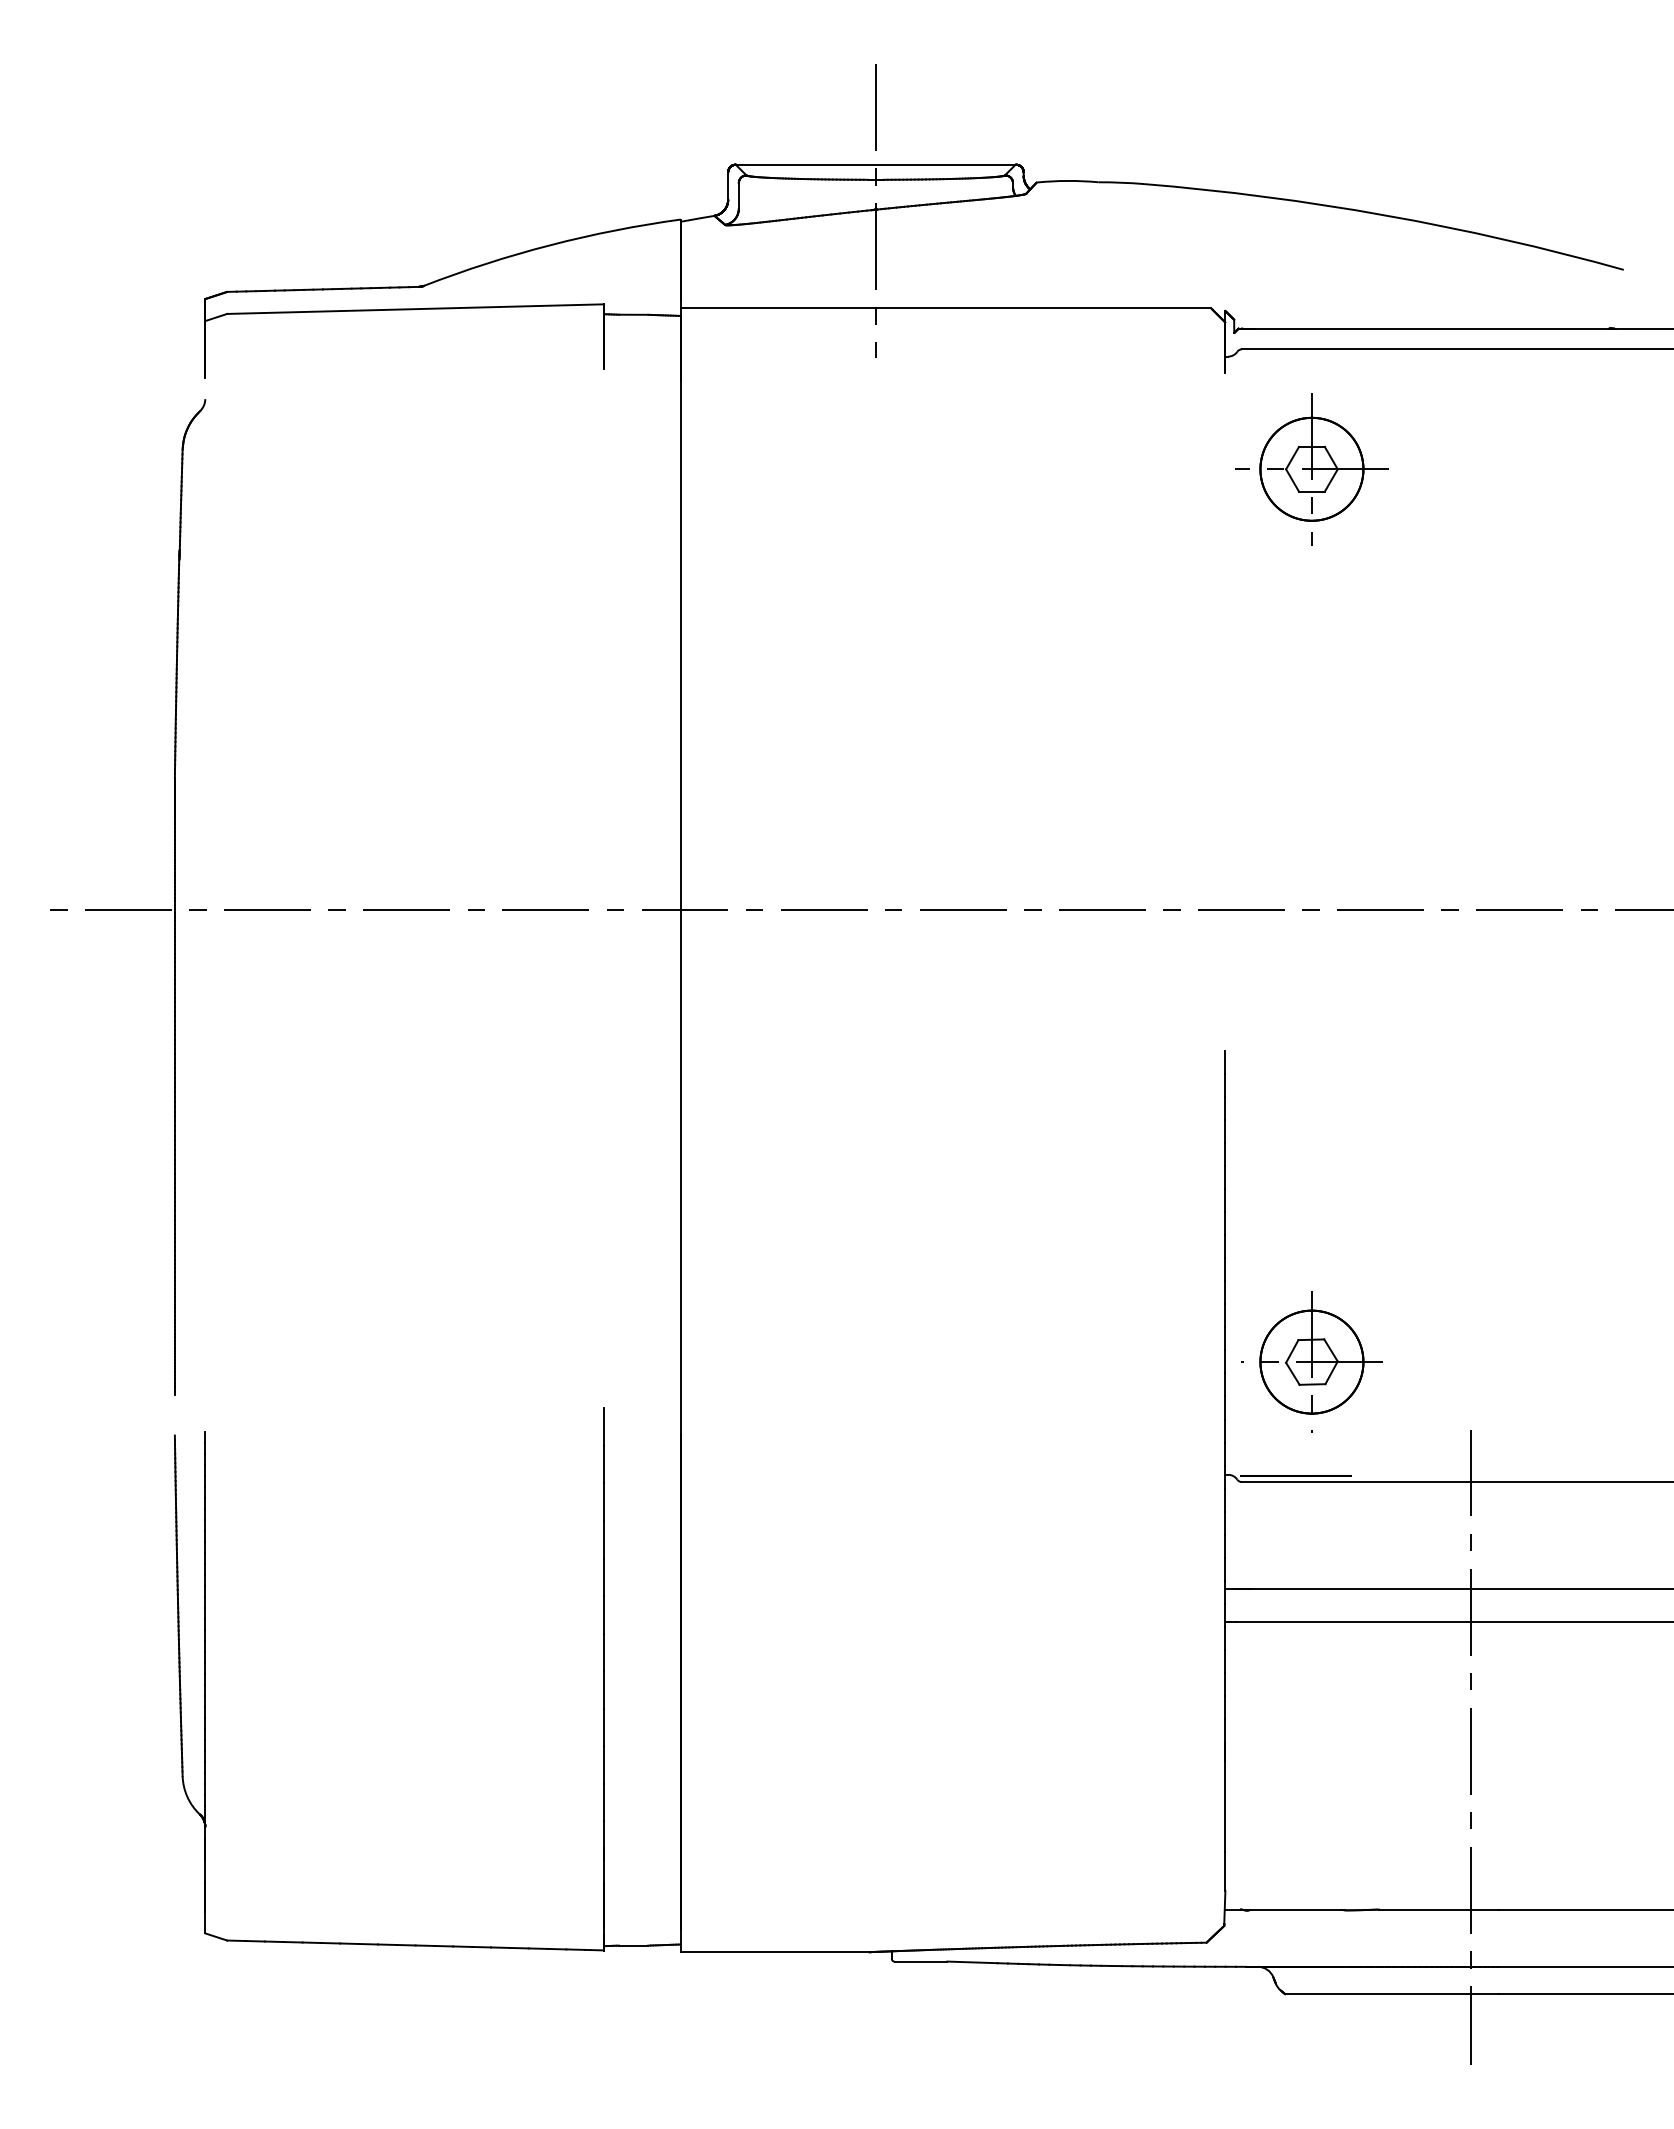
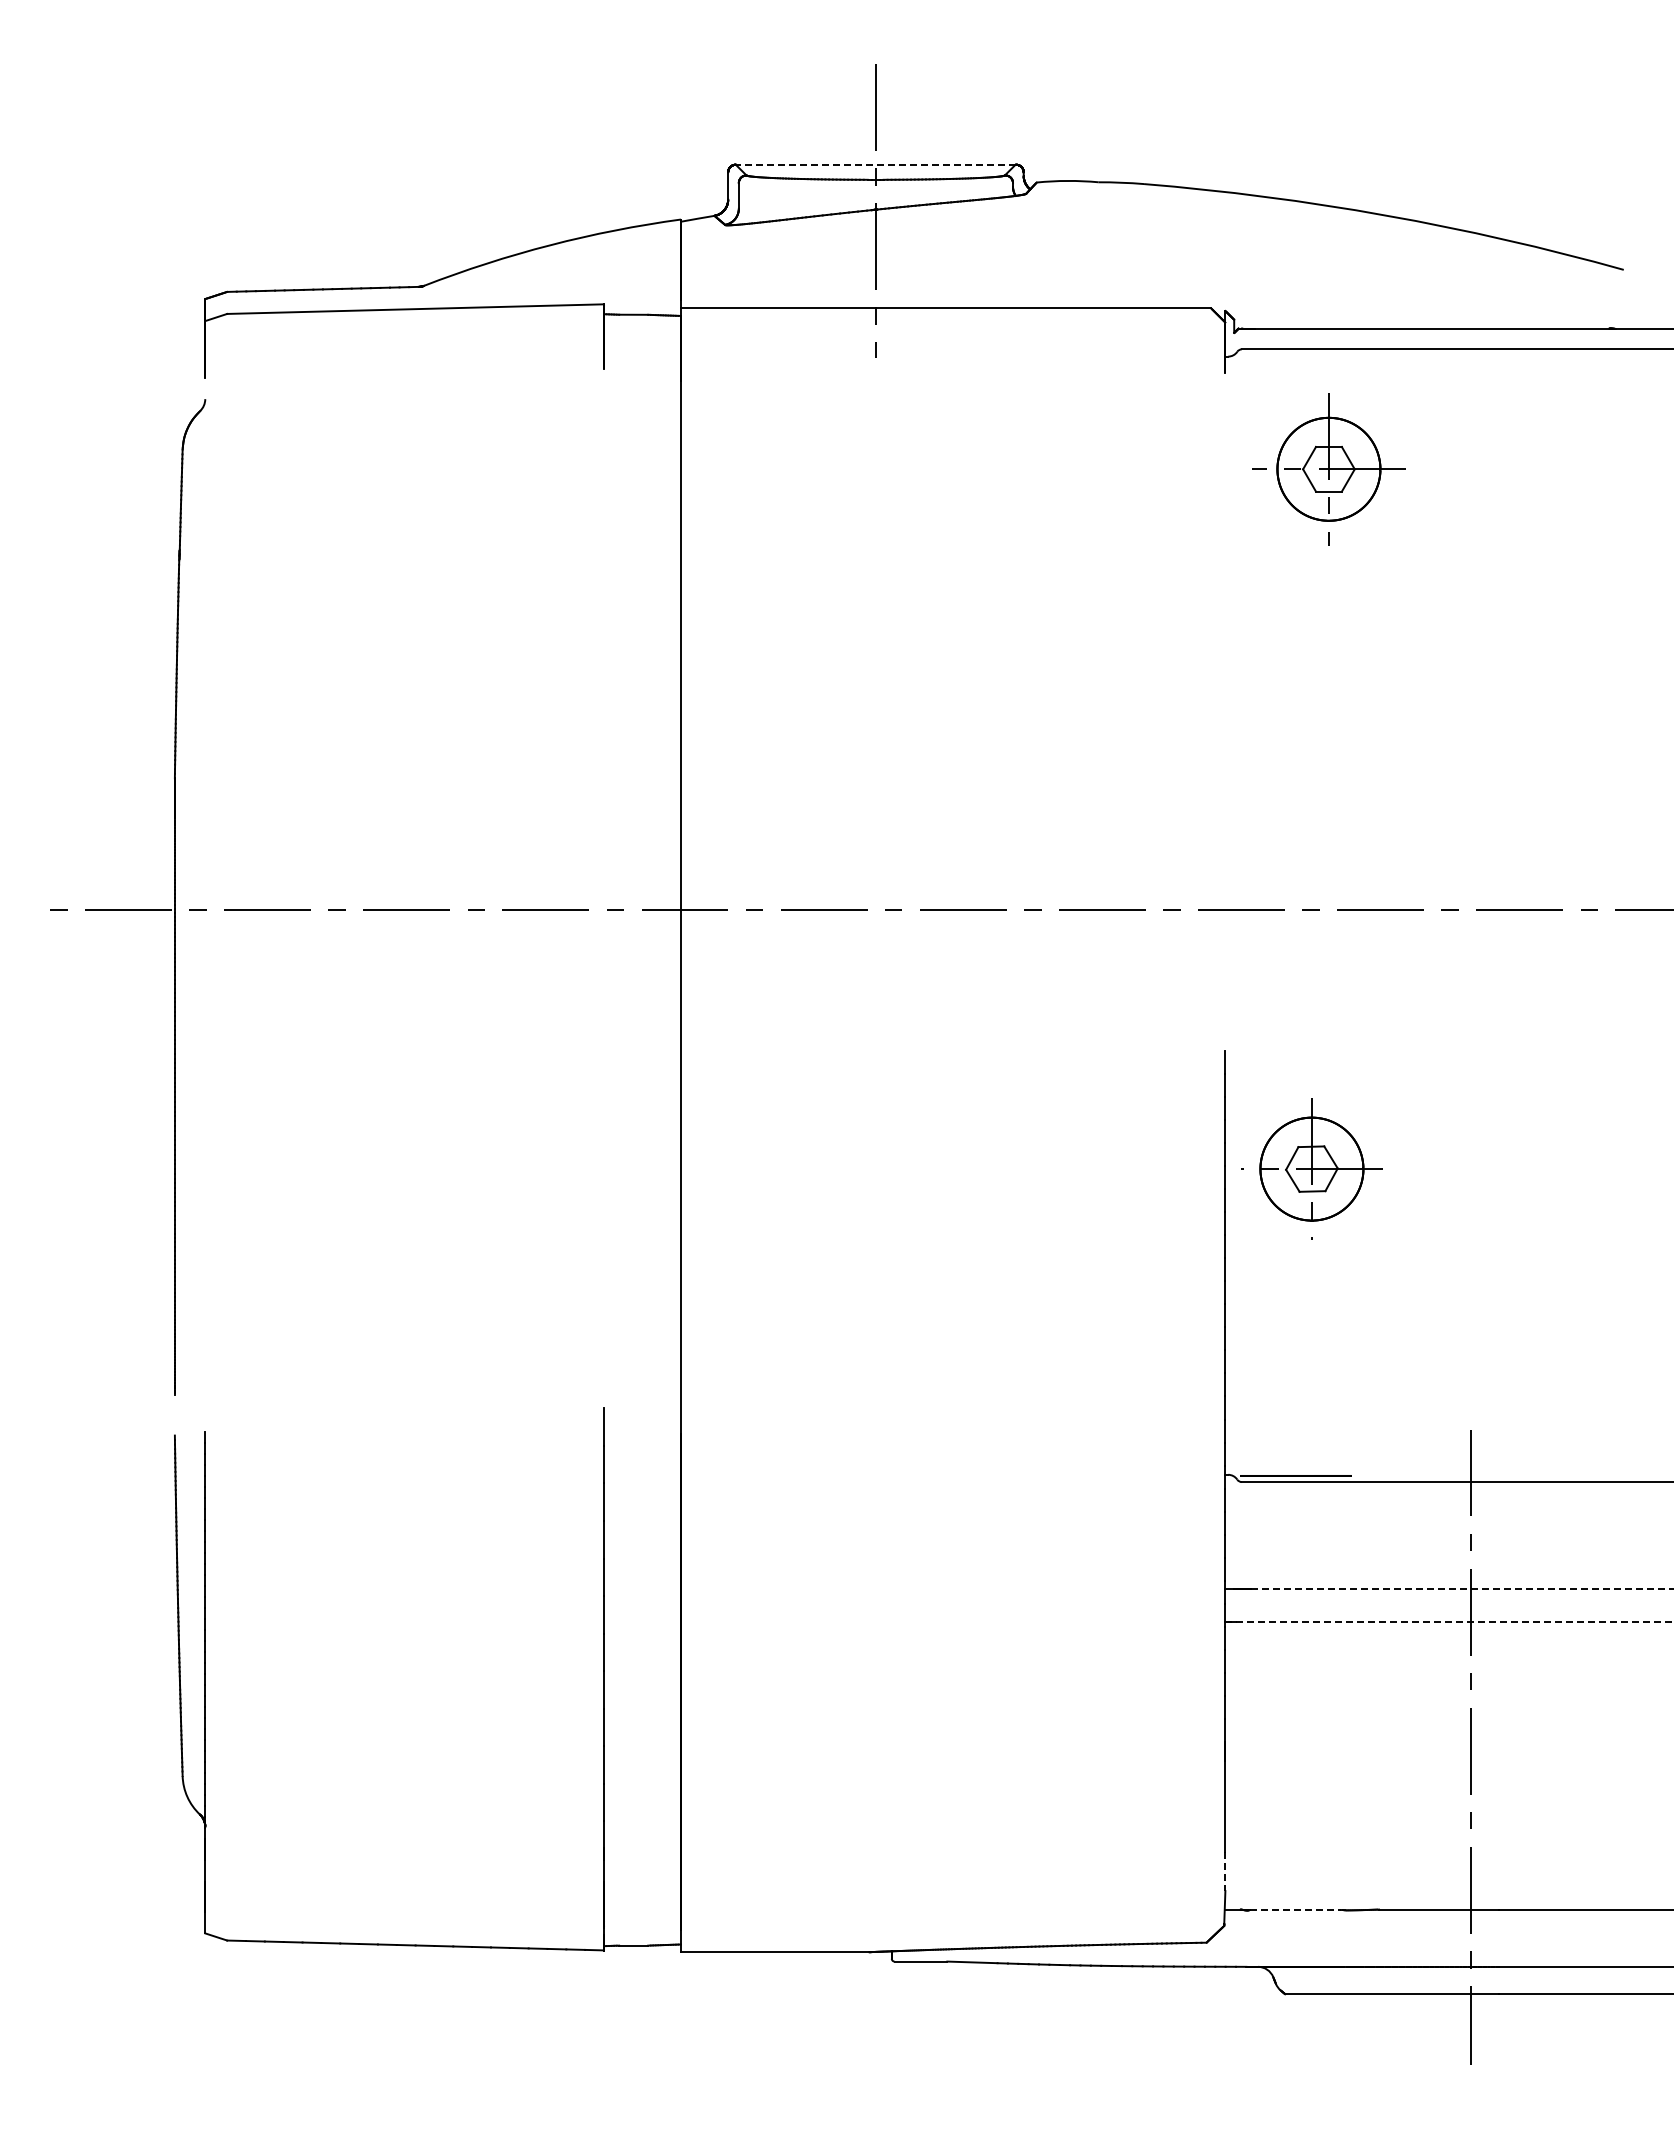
line at (875, 164): solid -> dashed
part at (1311, 469) position: (1311, 469) -> (1328, 469)
part at (1311, 1361) position: (1311, 1361) -> (1311, 1168)
line at (1462, 1588): solid -> dashed
line at (1455, 1621): solid -> dashed
line at (1225, 1872): solid -> dashed
line at (1295, 1910): solid -> dashed
